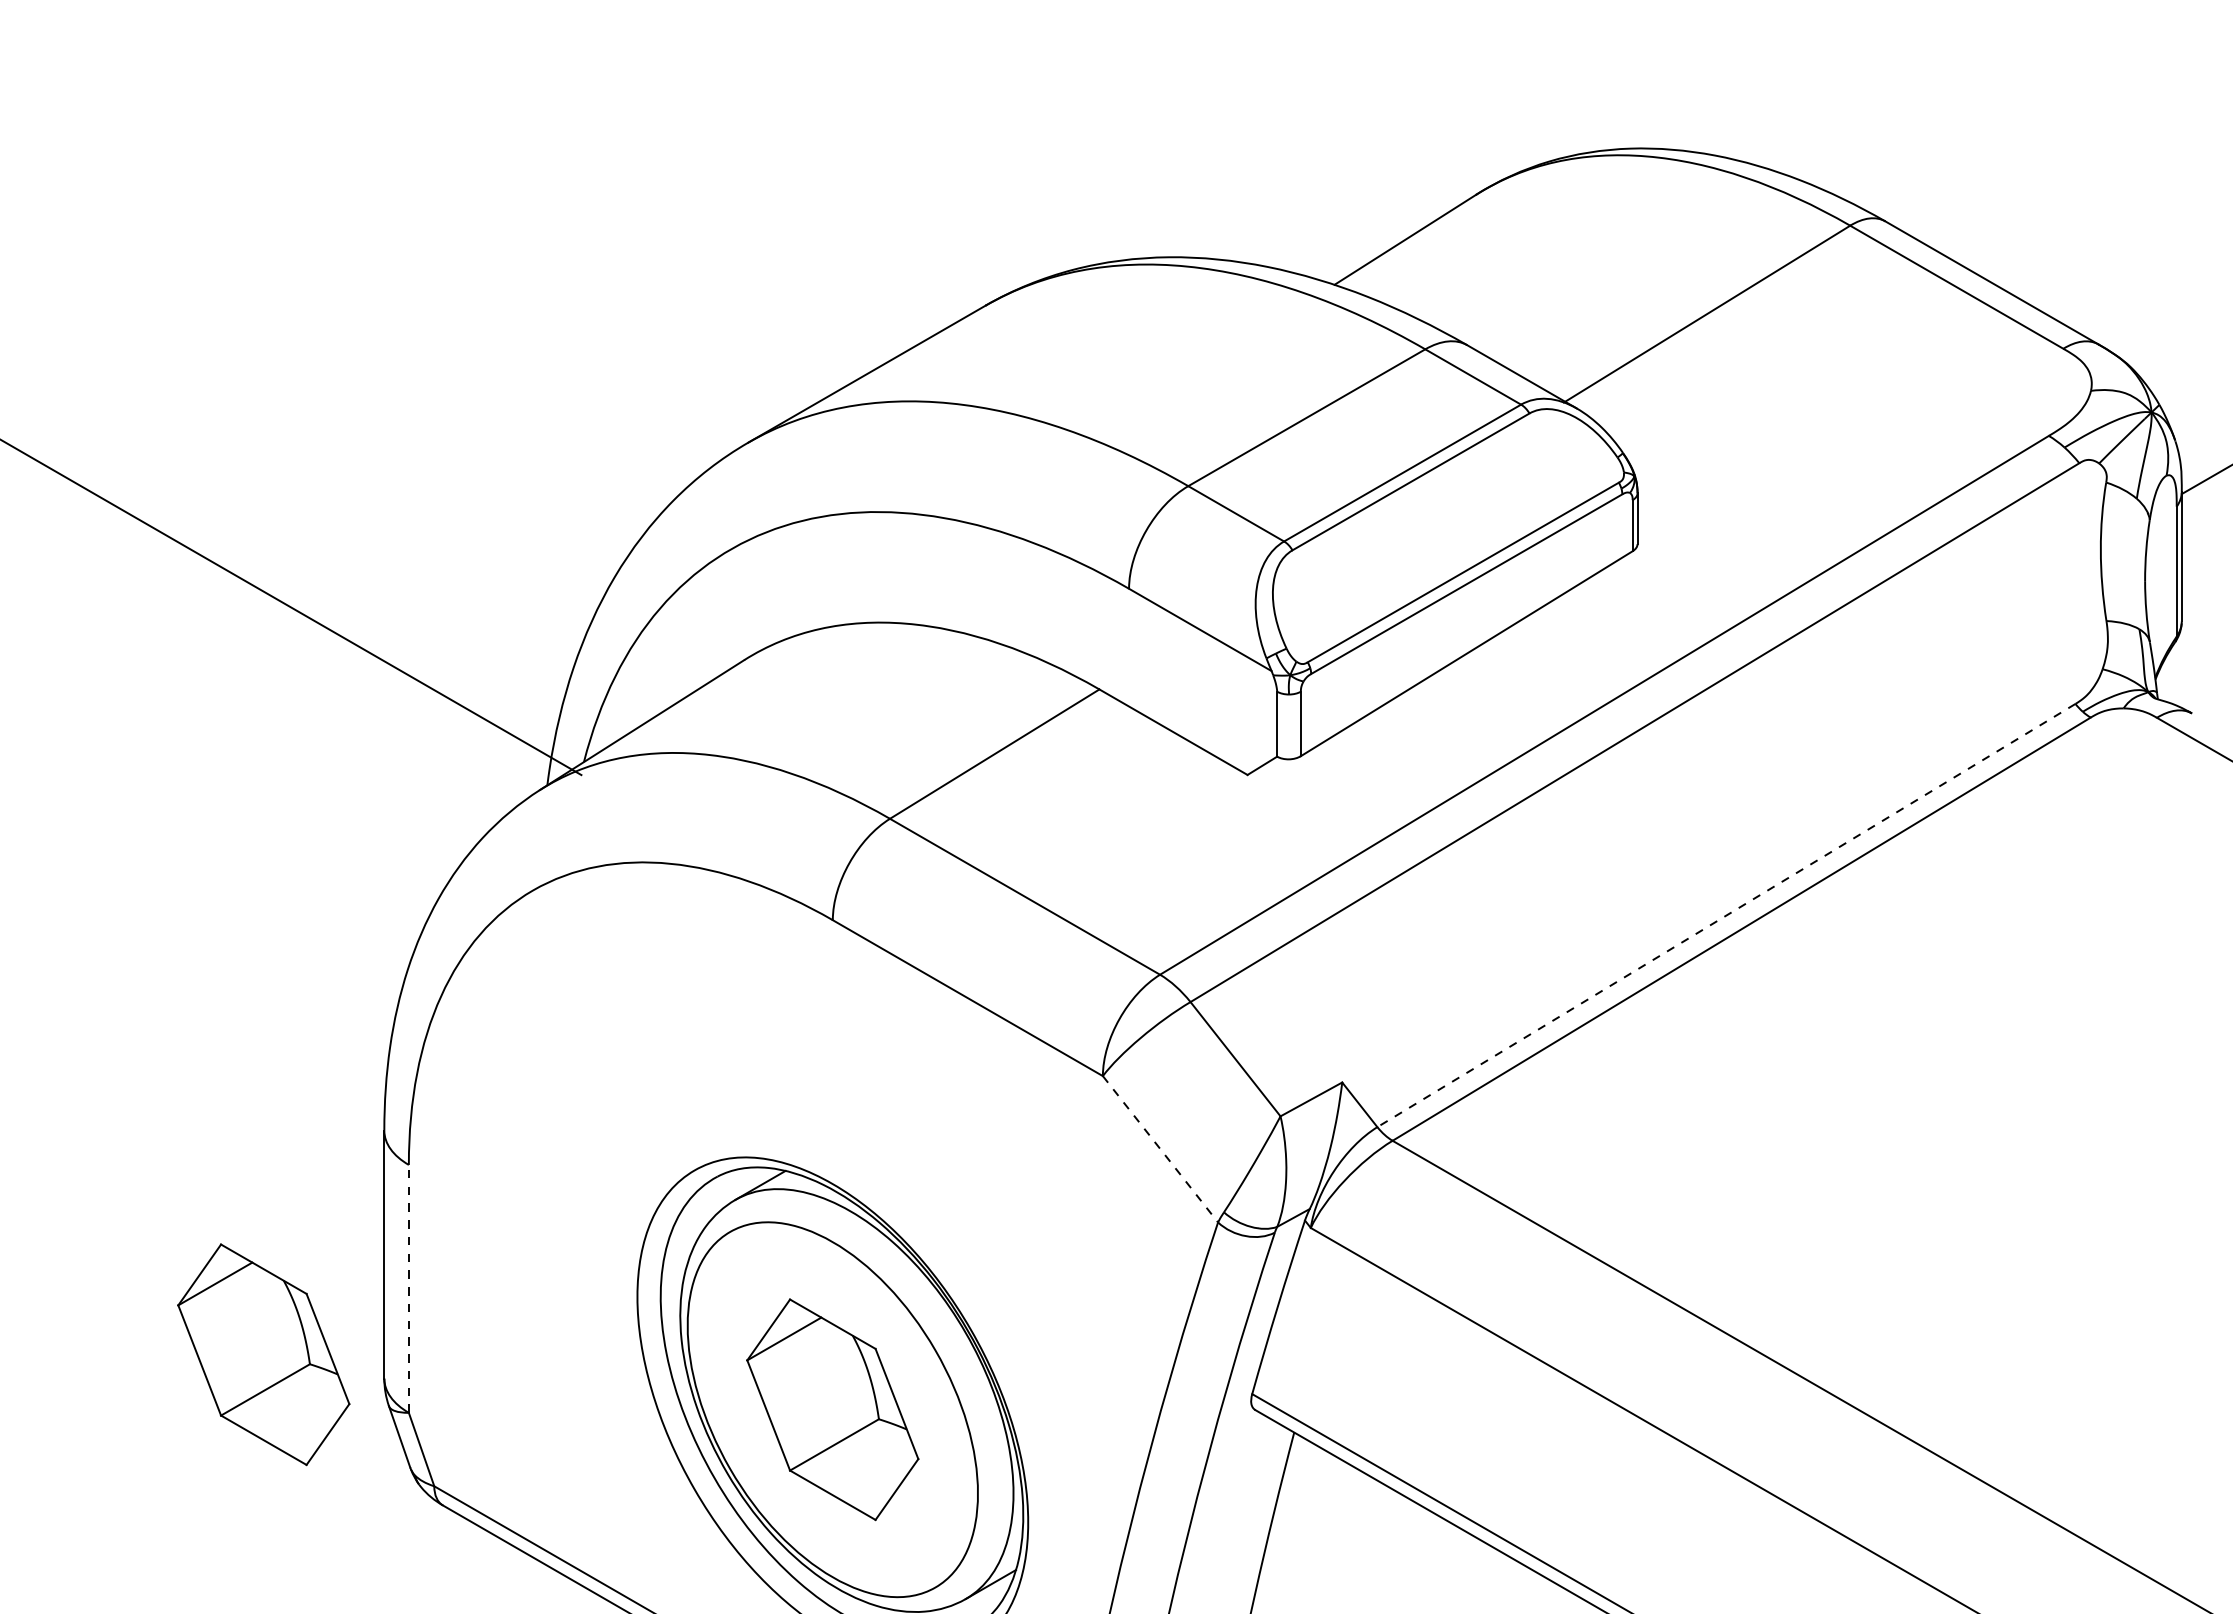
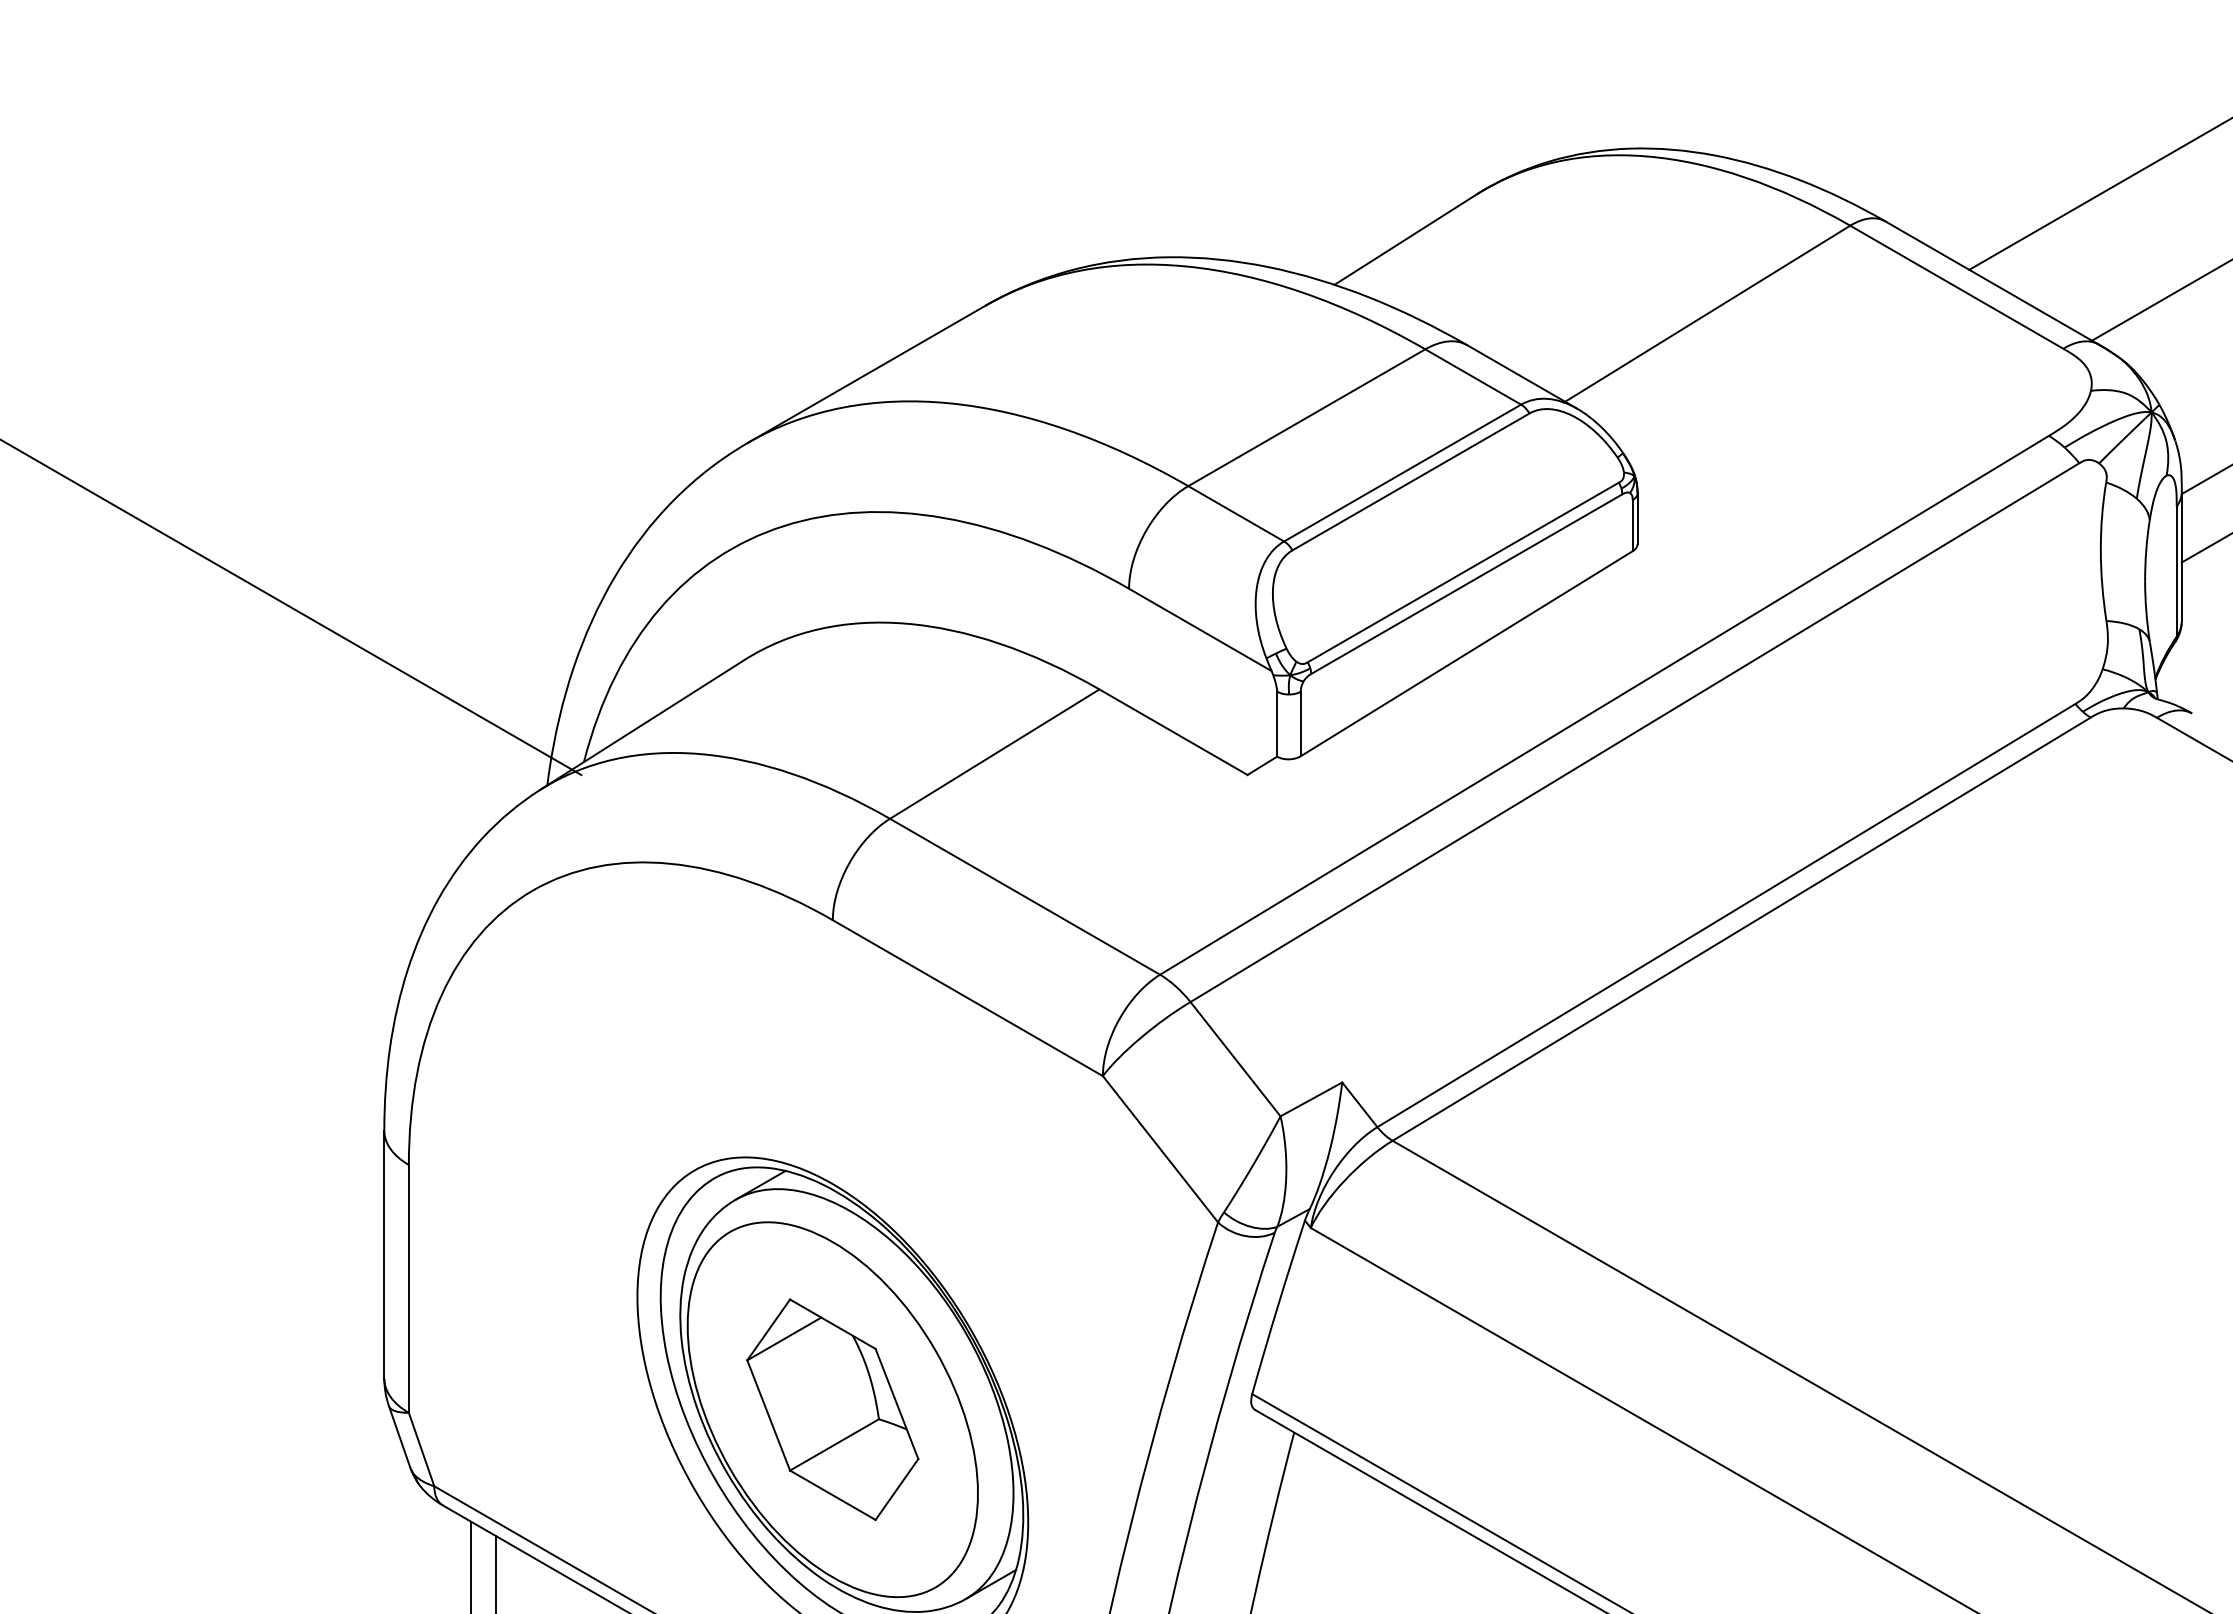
line at (2099, 194): none -> present
line at (2160, 300): none -> present
line at (2205, 548): none -> present
line at (1726, 915): dashed -> solid
line at (1160, 1149): dashed -> solid
line at (408, 1288): dashed -> solid
part at (263, 1354): present -> none
line at (471, 1565): none -> present
line at (495, 1572): none -> present
